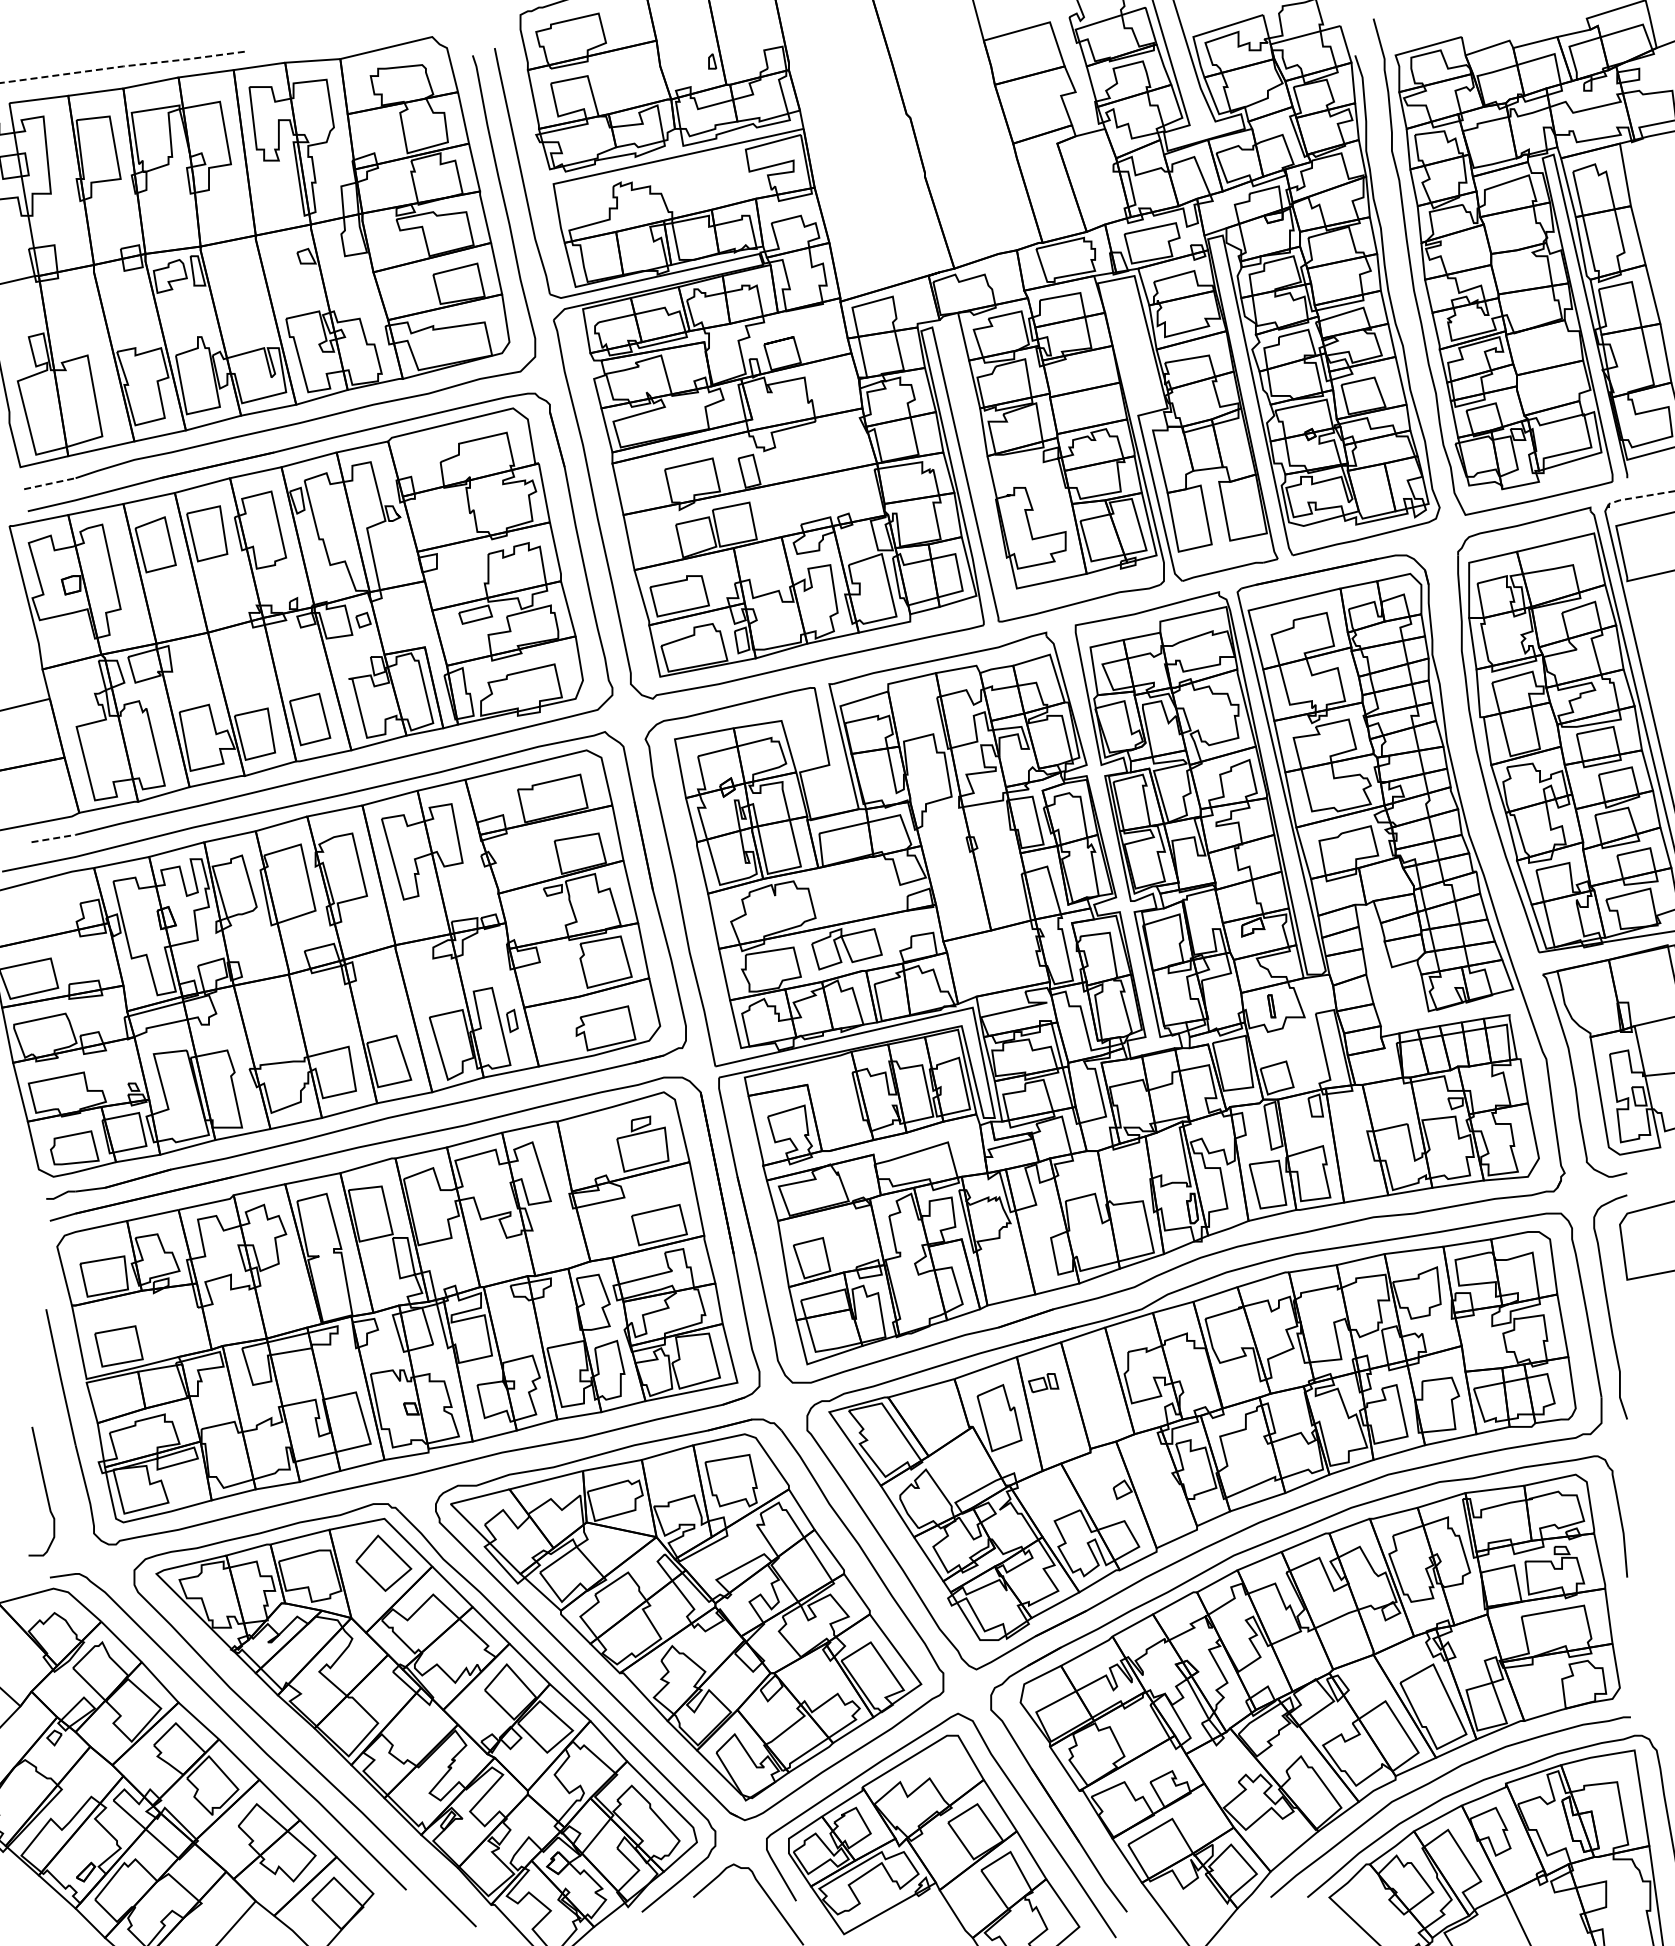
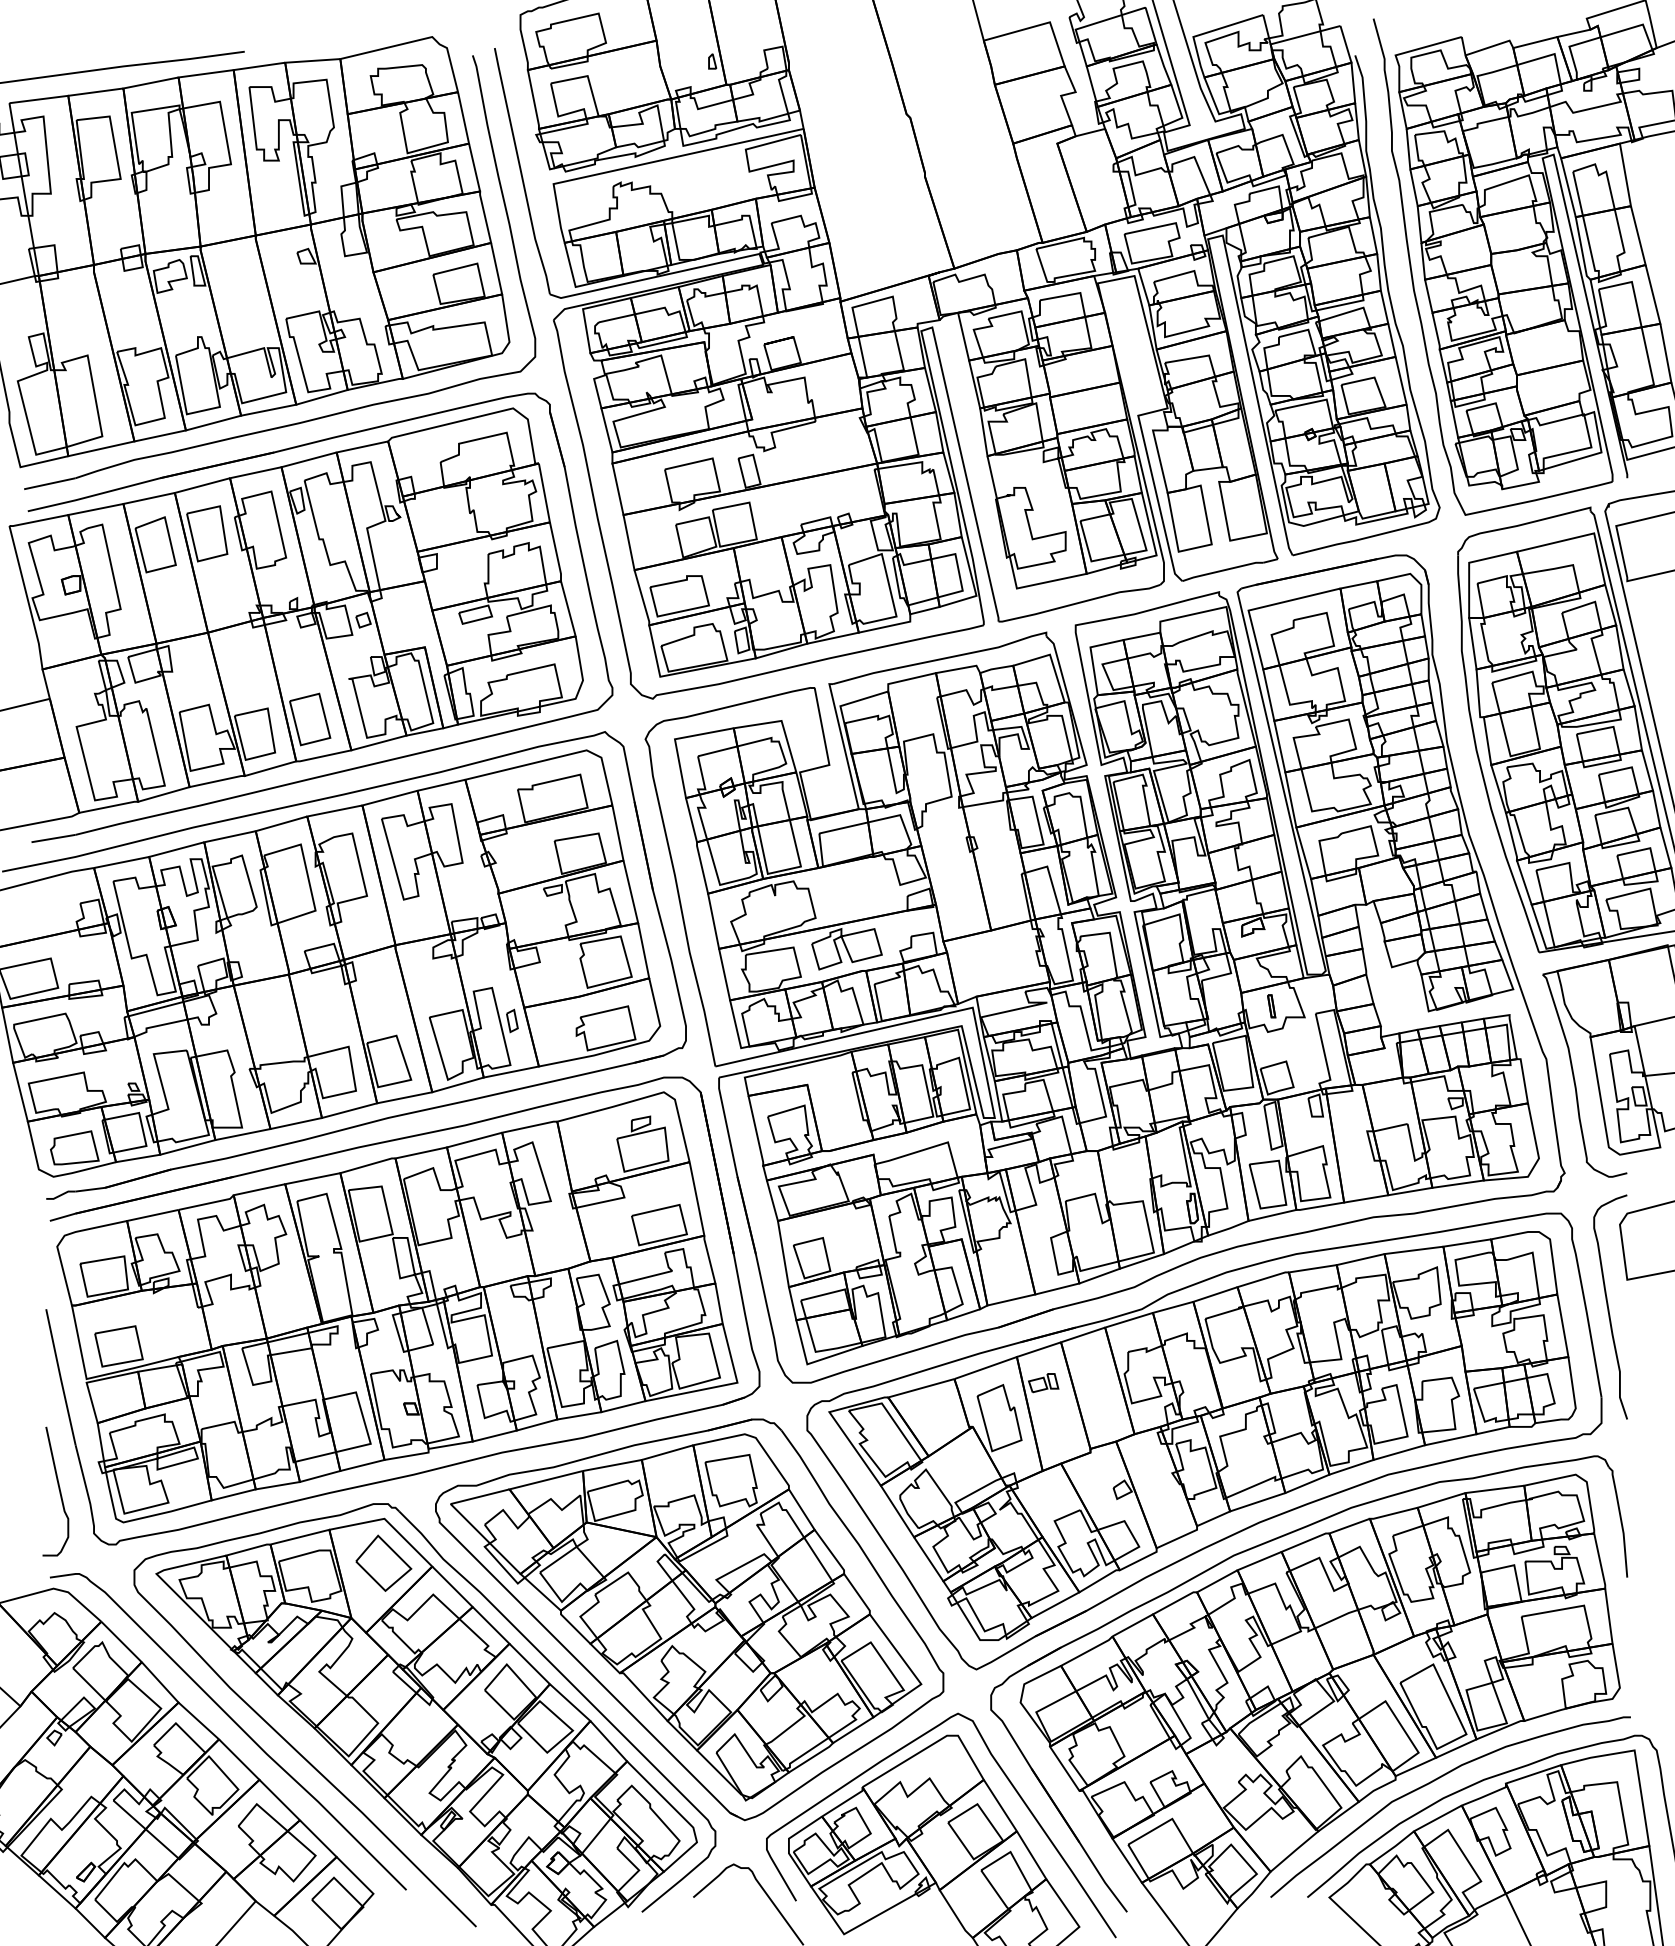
line at (123, 66): dashed -> solid
line at (50, 483): dashed -> solid
line at (1638, 497): dashed -> solid
line at (54, 838): dashed -> solid
curve at (44, 1489) position: (44, 1489) -> (58, 1489)
